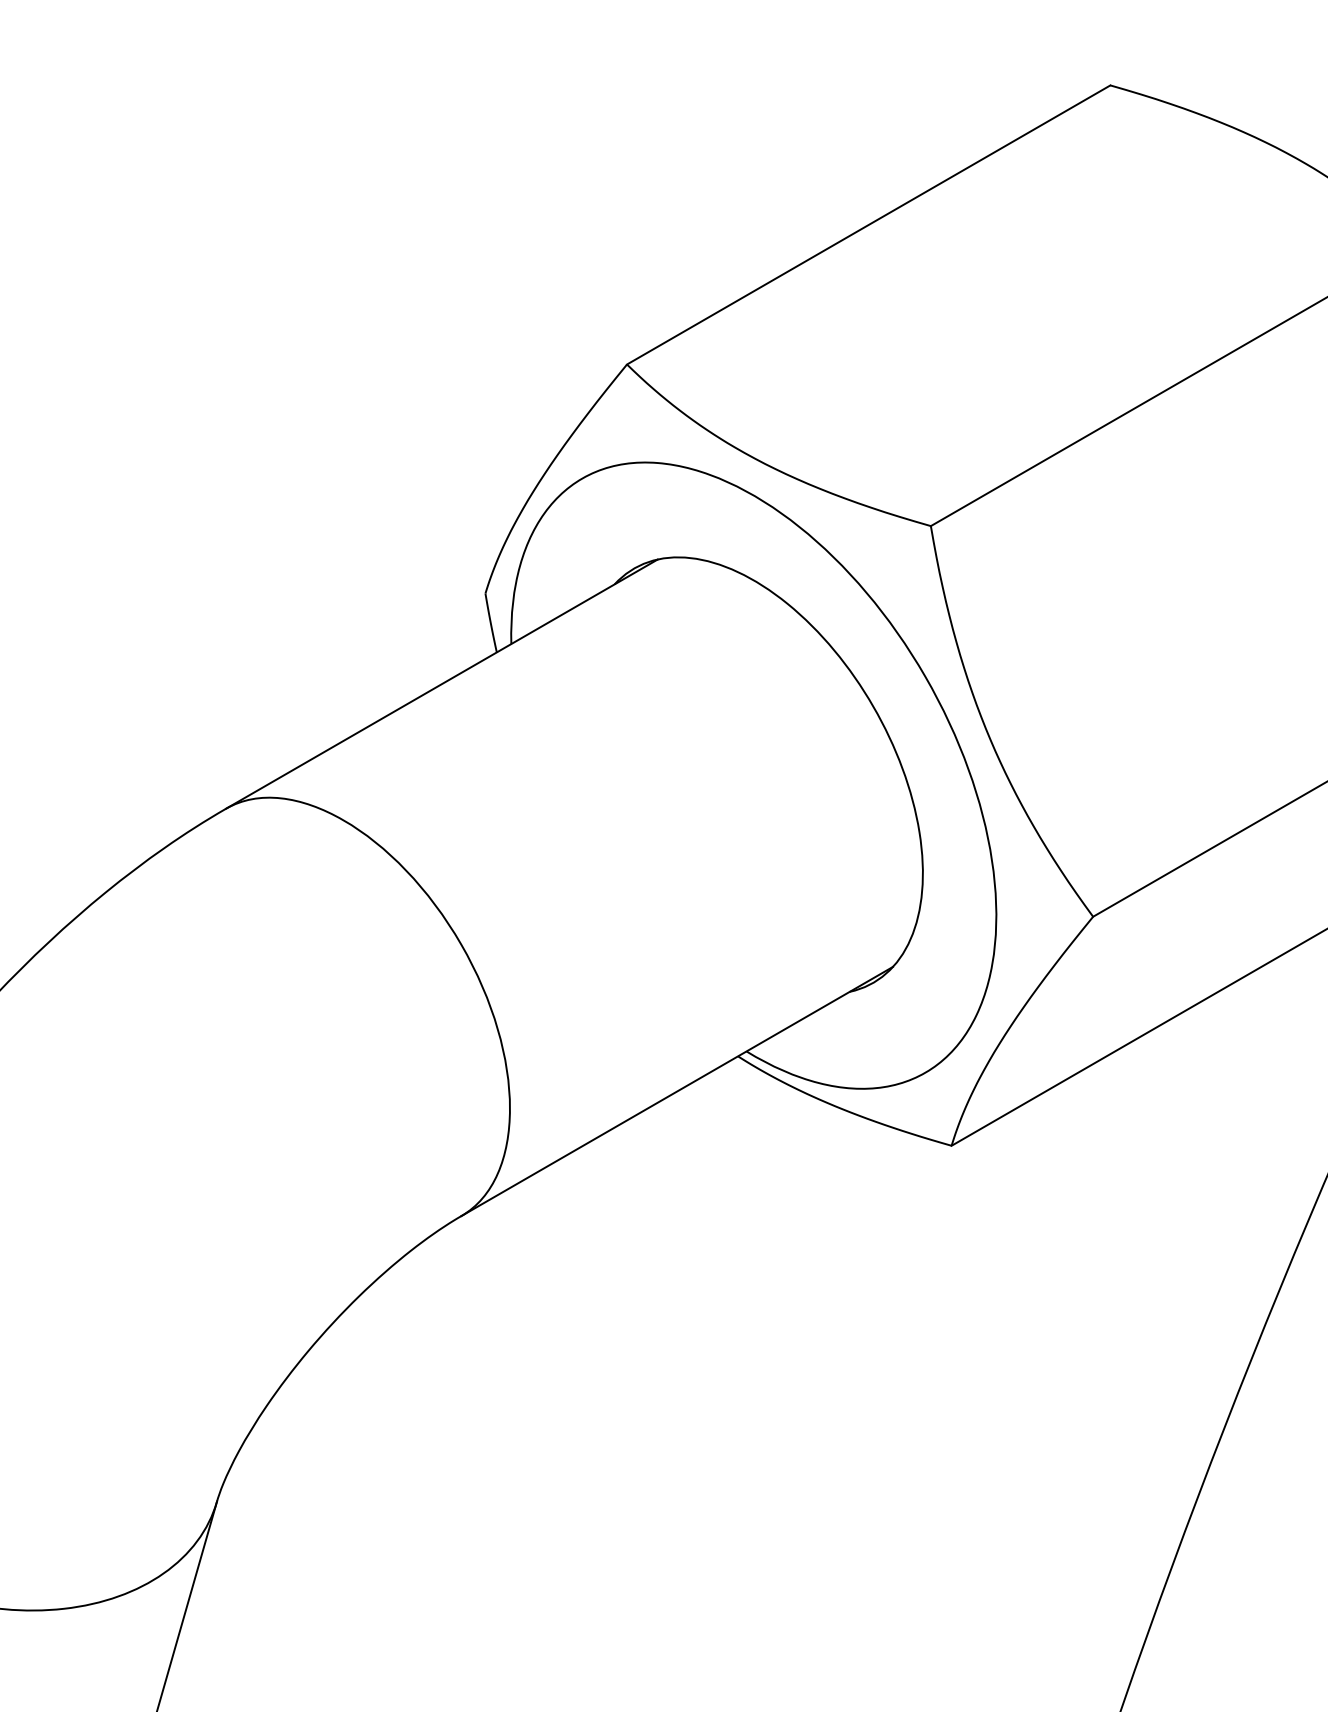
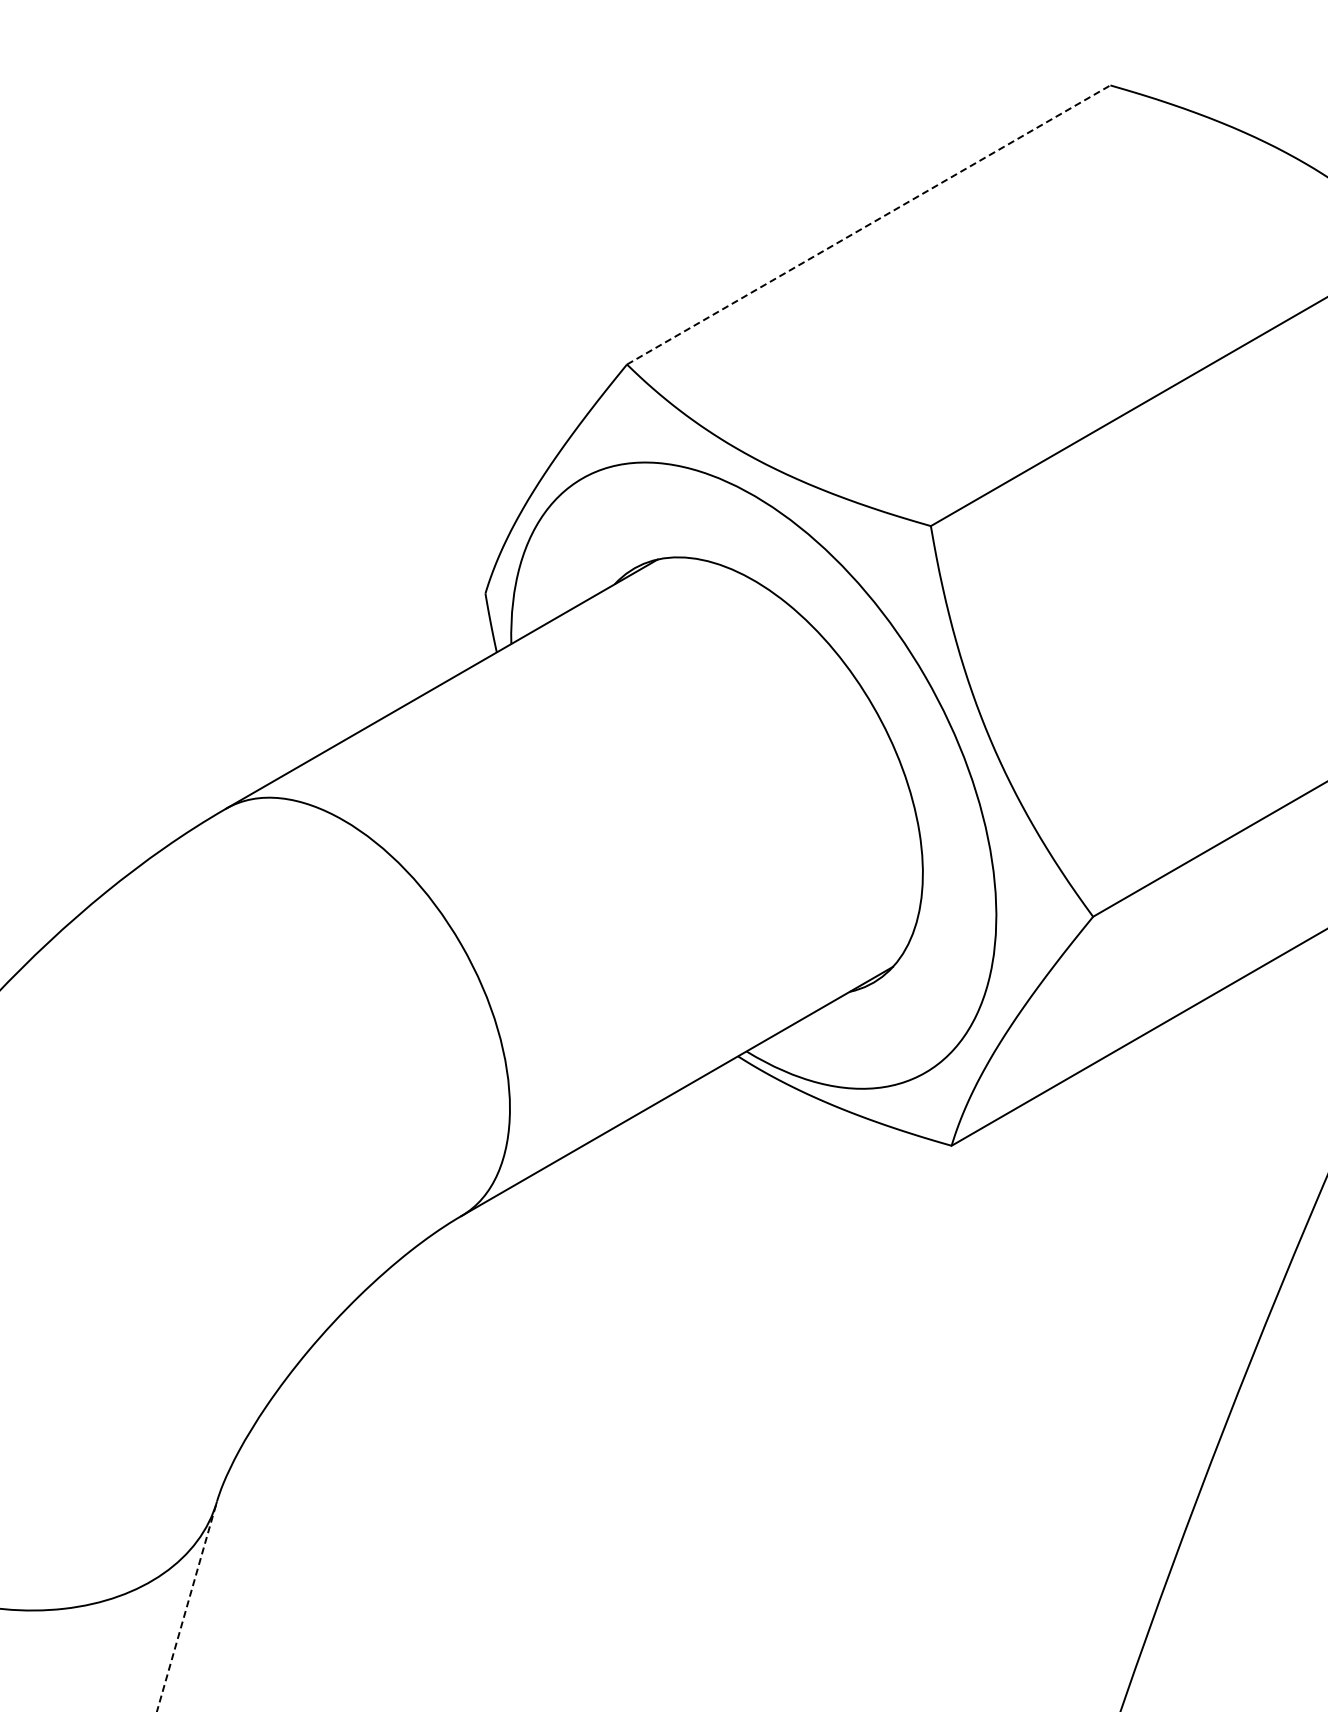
line at (869, 224): solid -> dashed
line at (187, 1606): solid -> dashed
